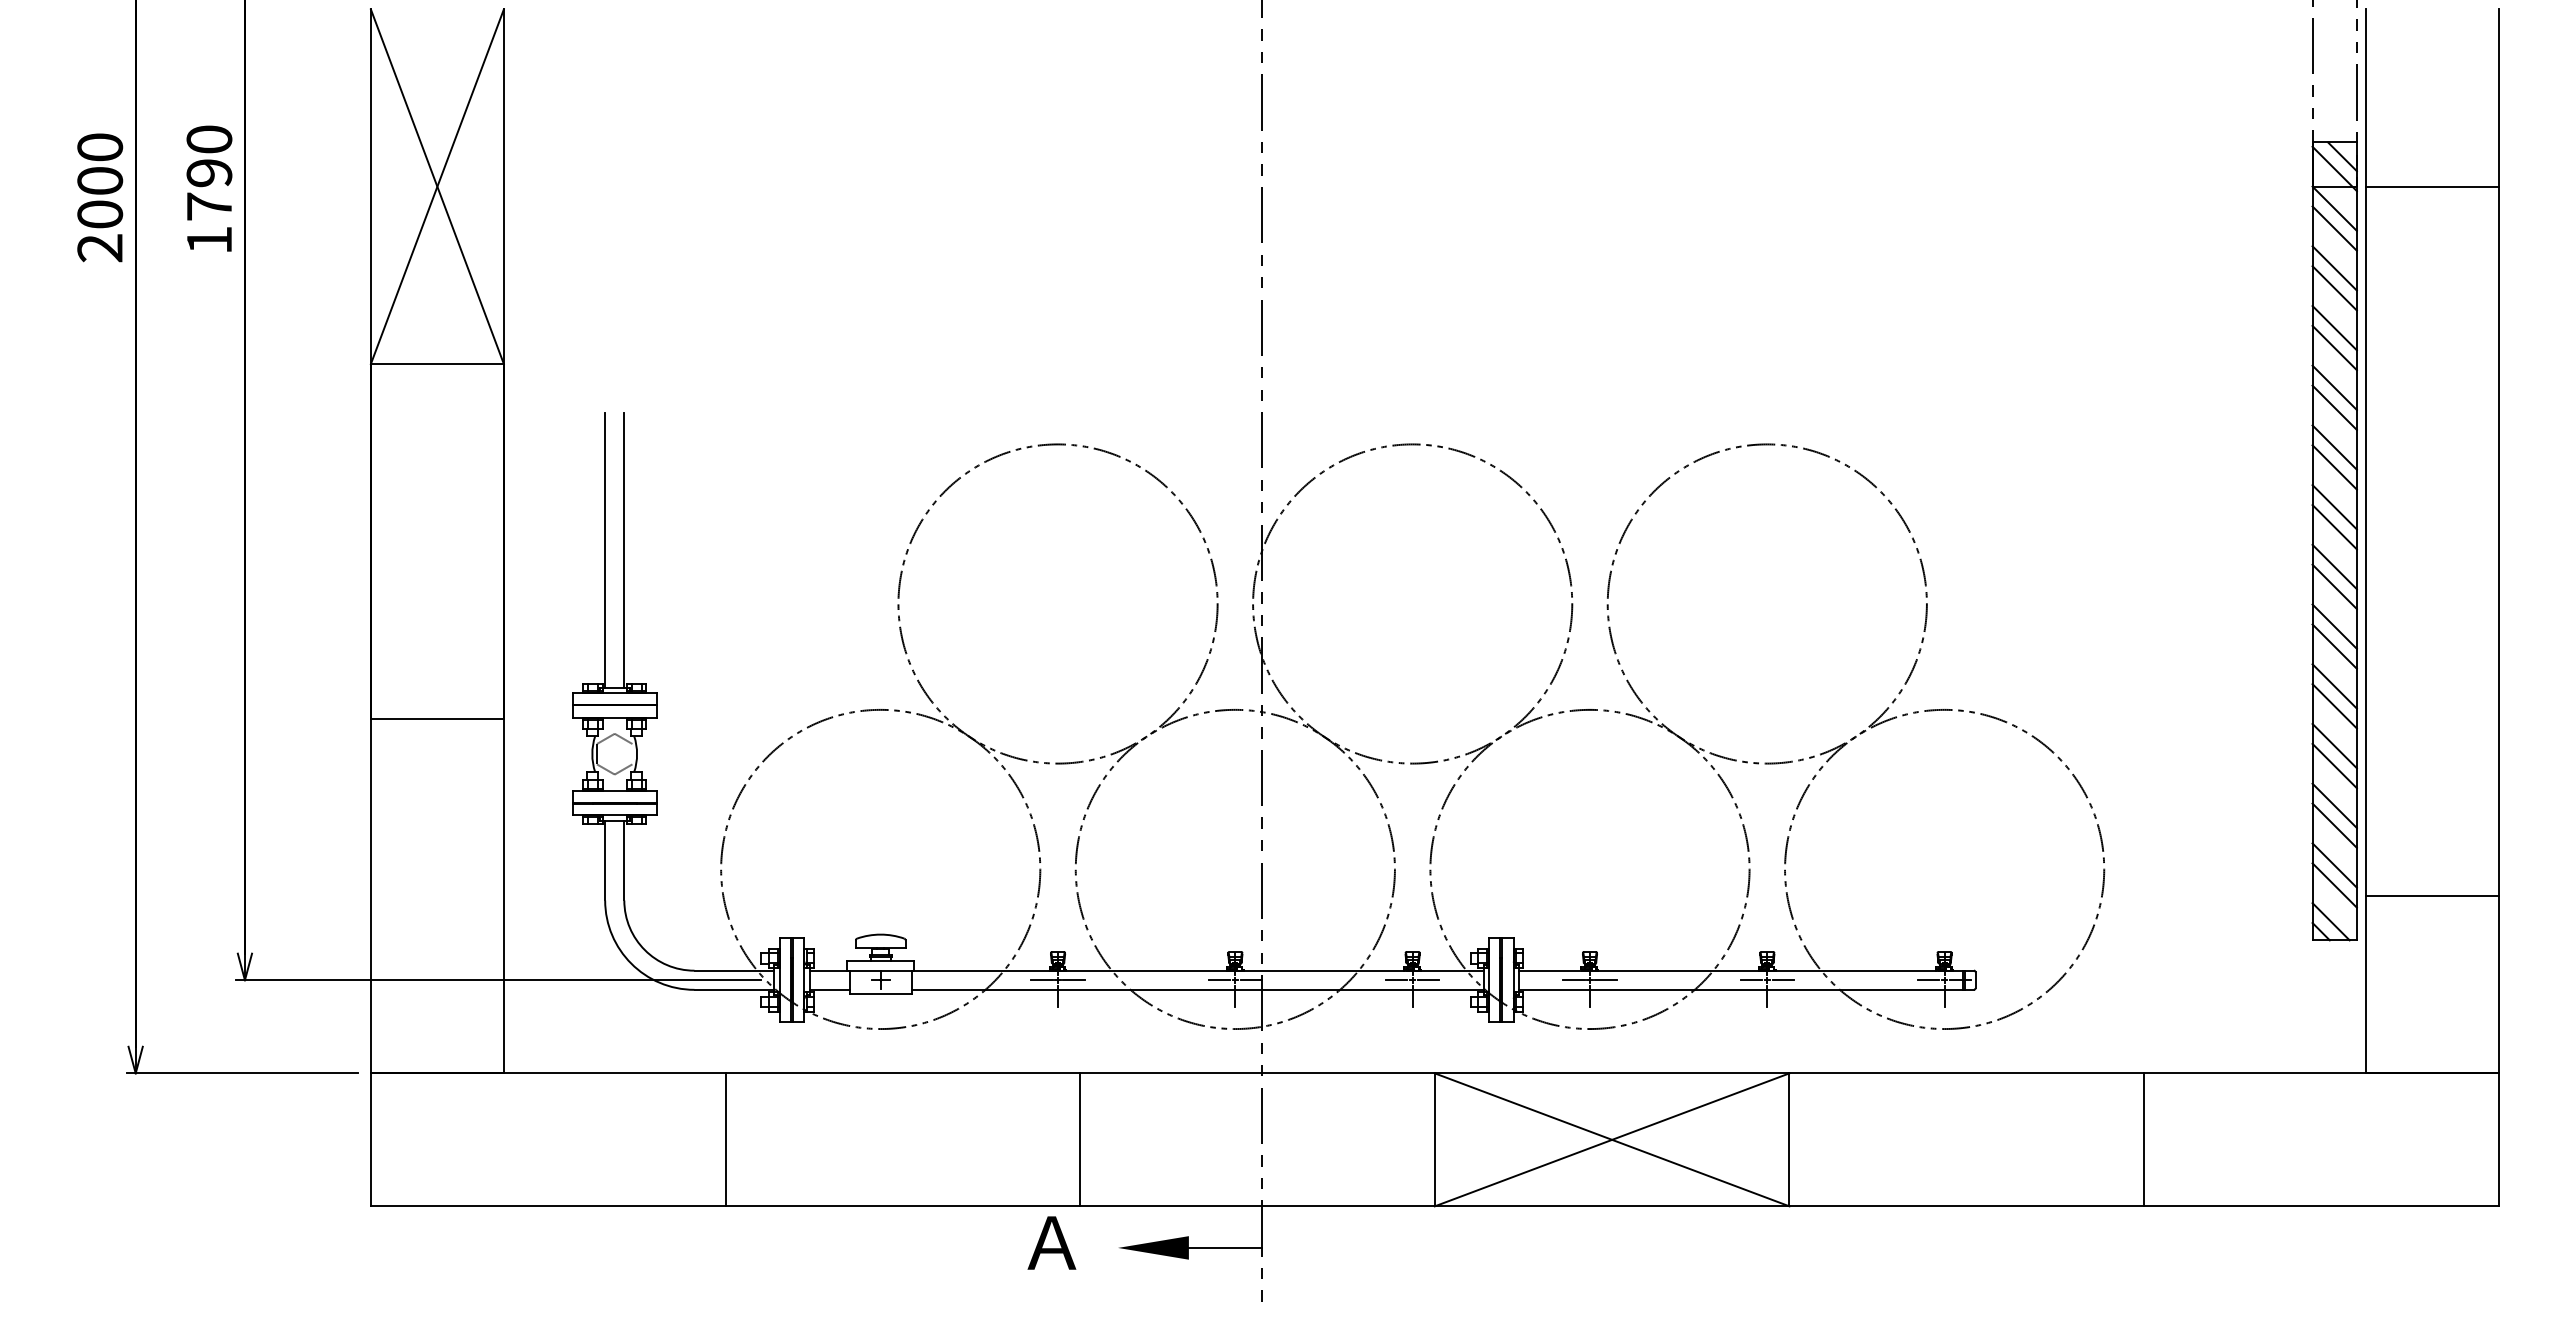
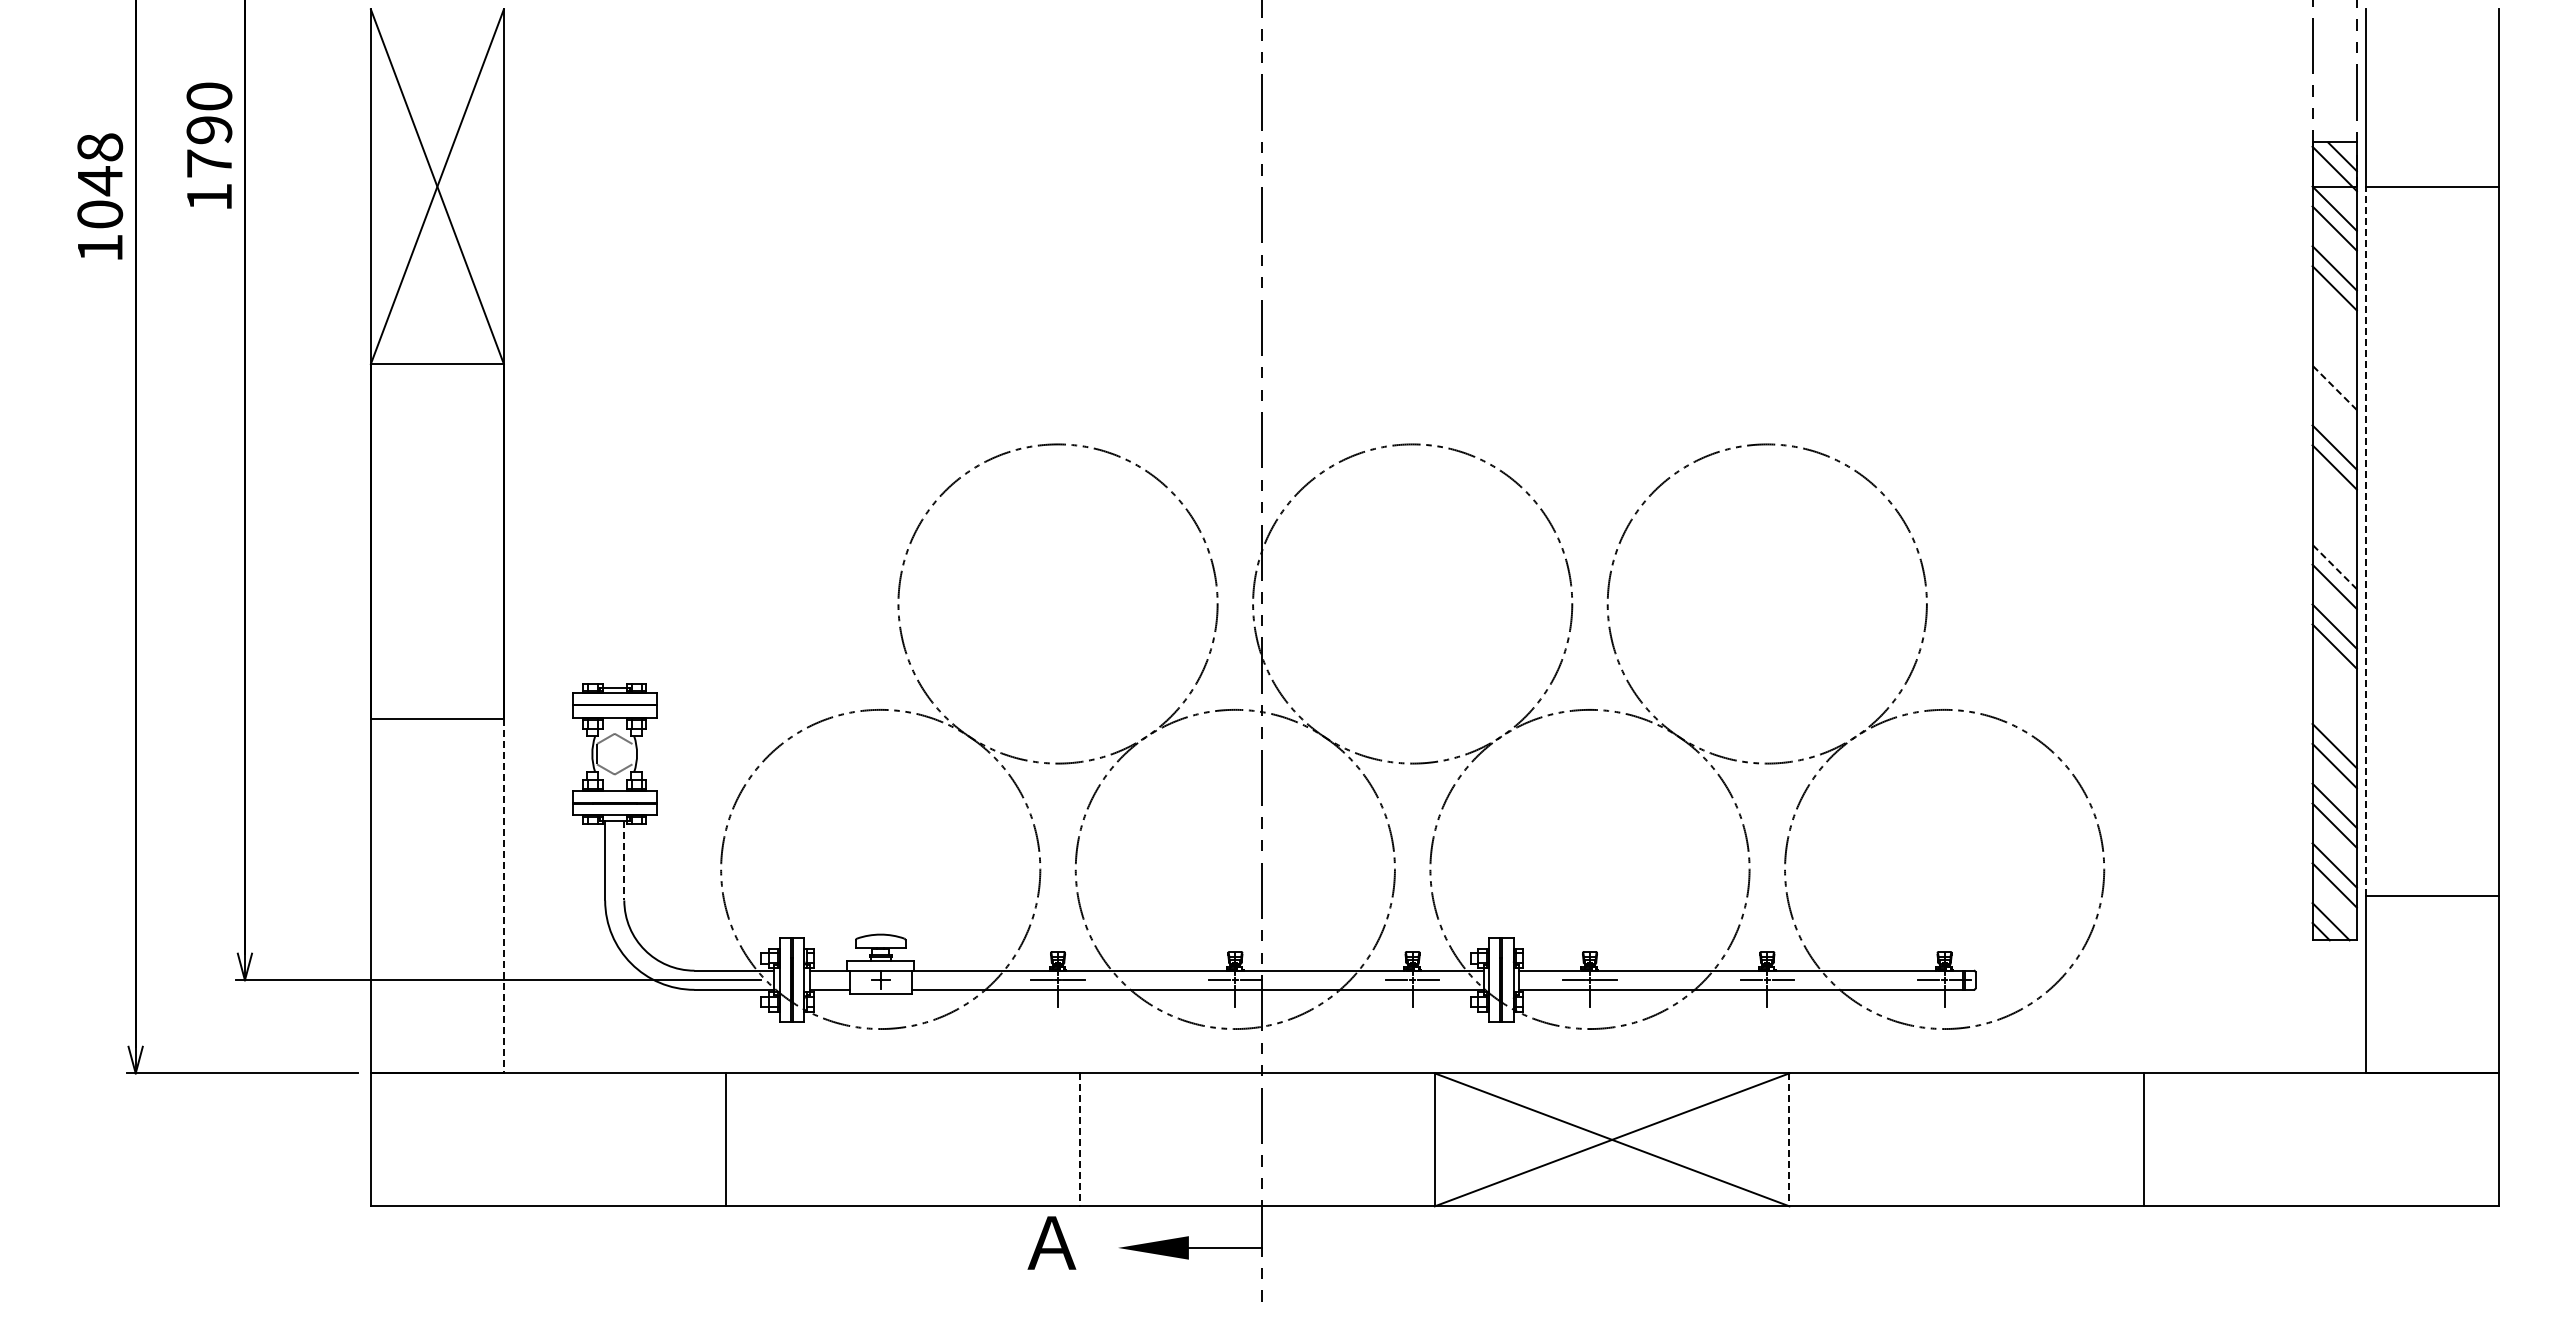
text at (209, 188) position: (209, 188) -> (209, 145)
text at (100, 197): 2000 -> 1048
line at (2334, 328): present -> none
line at (2334, 347): present -> none
line at (2334, 387): solid -> dashed
line at (2334, 407): present -> none
line at (2334, 507): present -> none
line at (2334, 527): present -> none
line at (2365, 541): solid -> dashed
line at (605, 549): present -> none
line at (624, 549): present -> none
line at (2334, 566): solid -> dashed
line at (2334, 686): present -> none
line at (2334, 706): present -> none
line at (624, 860): solid -> dashed
line at (503, 896): solid -> dashed
line at (1080, 1140): solid -> dashed
line at (1789, 1140): solid -> dashed
